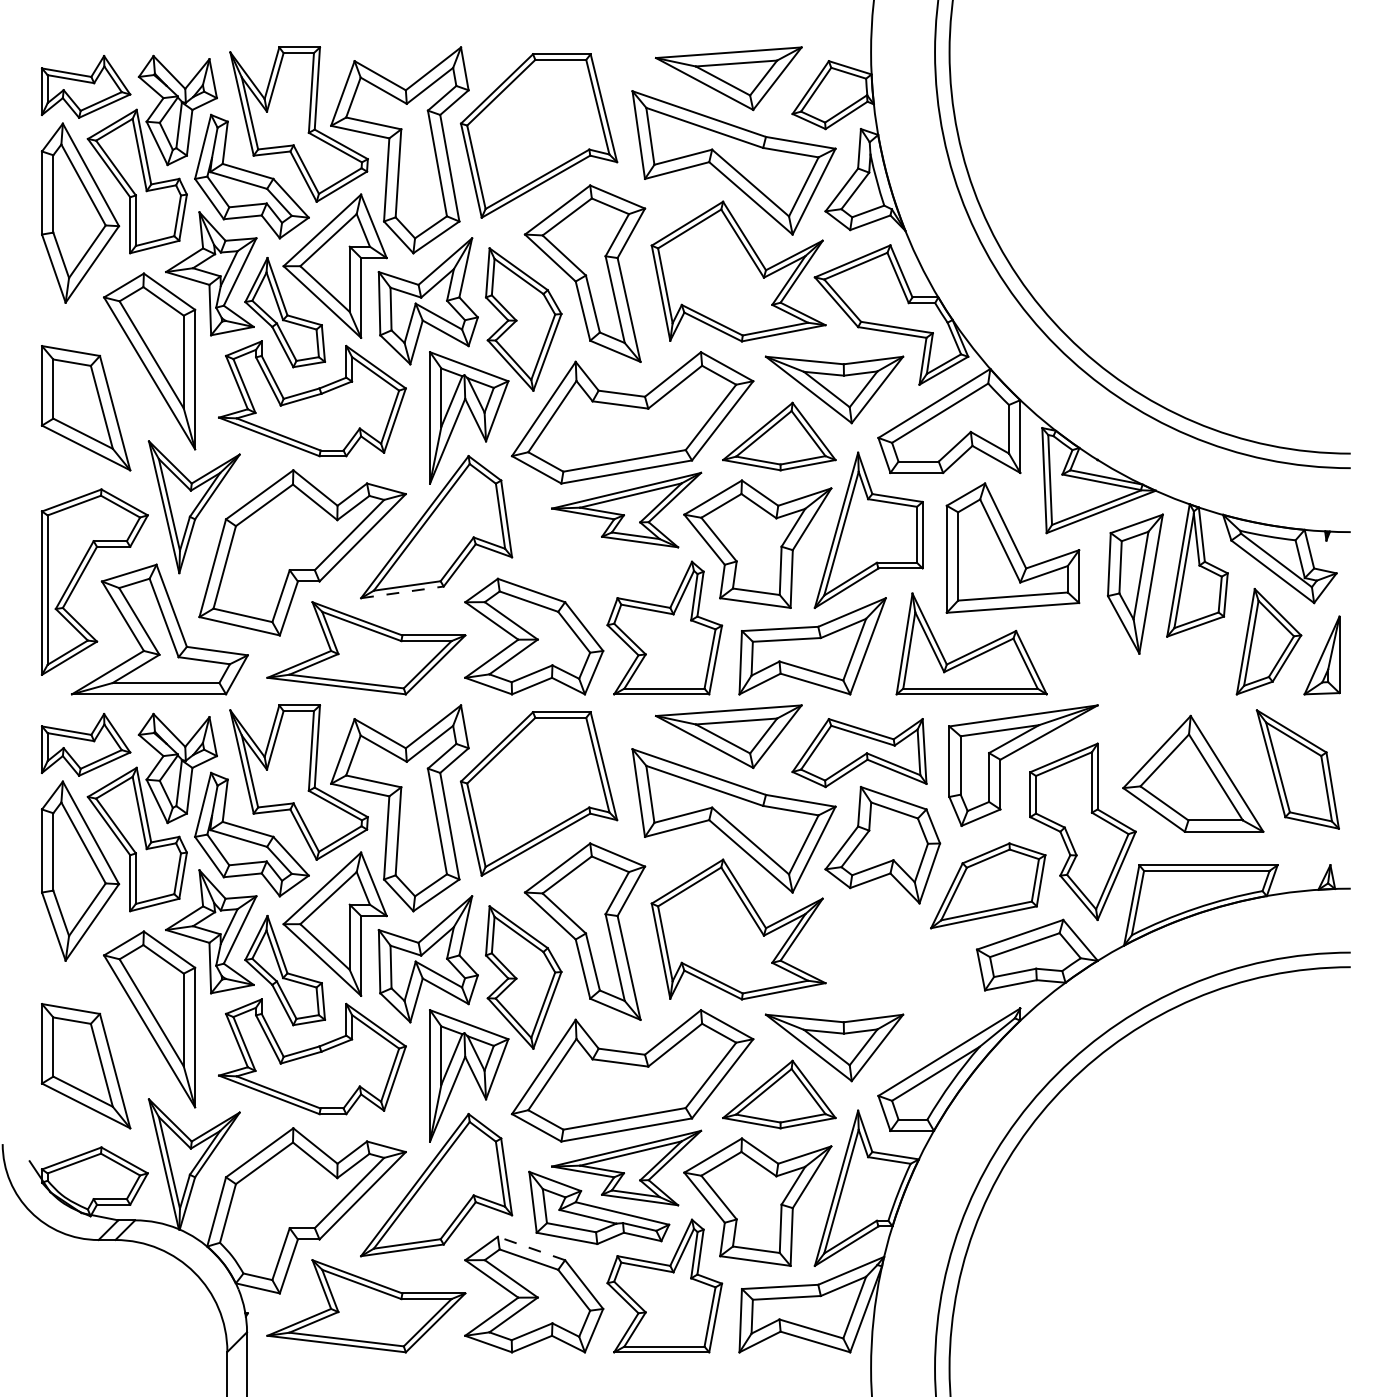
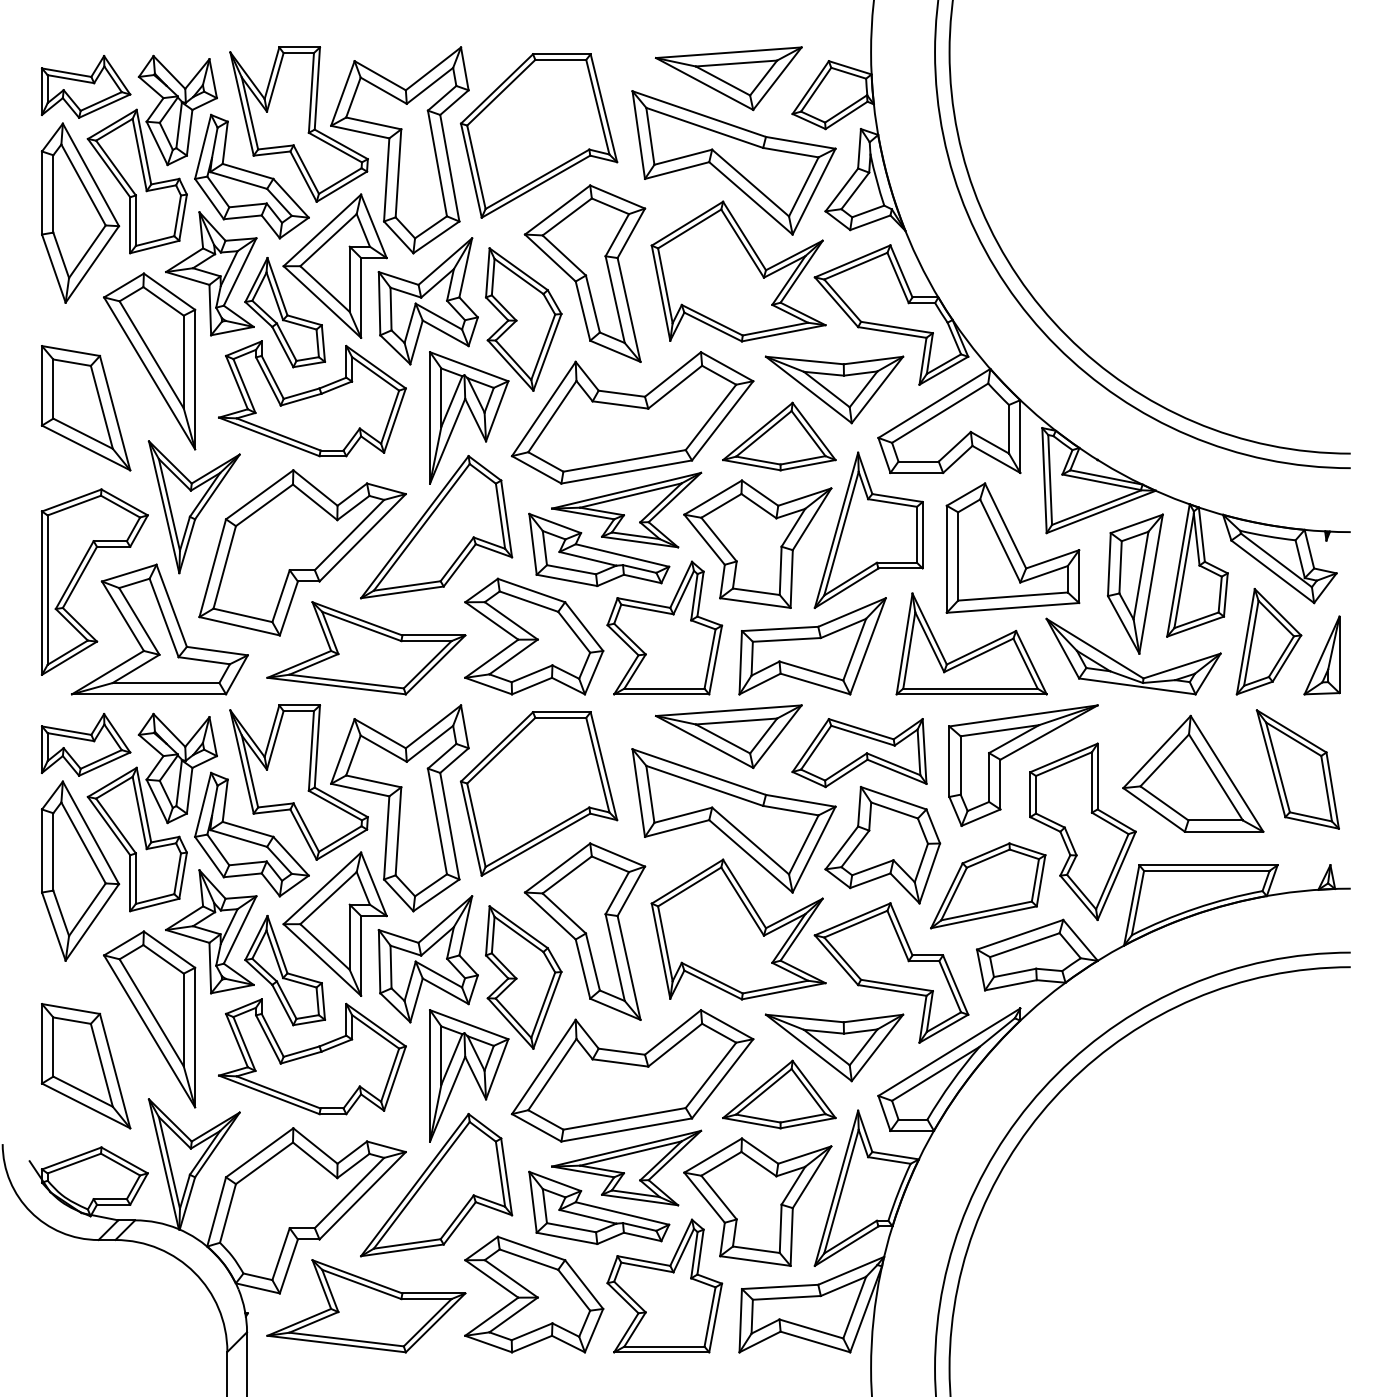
part at (599, 549): none -> present
line at (402, 592): dashed -> solid
part at (1126, 666): none -> present
part at (891, 972): none -> present
line at (531, 1248): dashed -> solid
